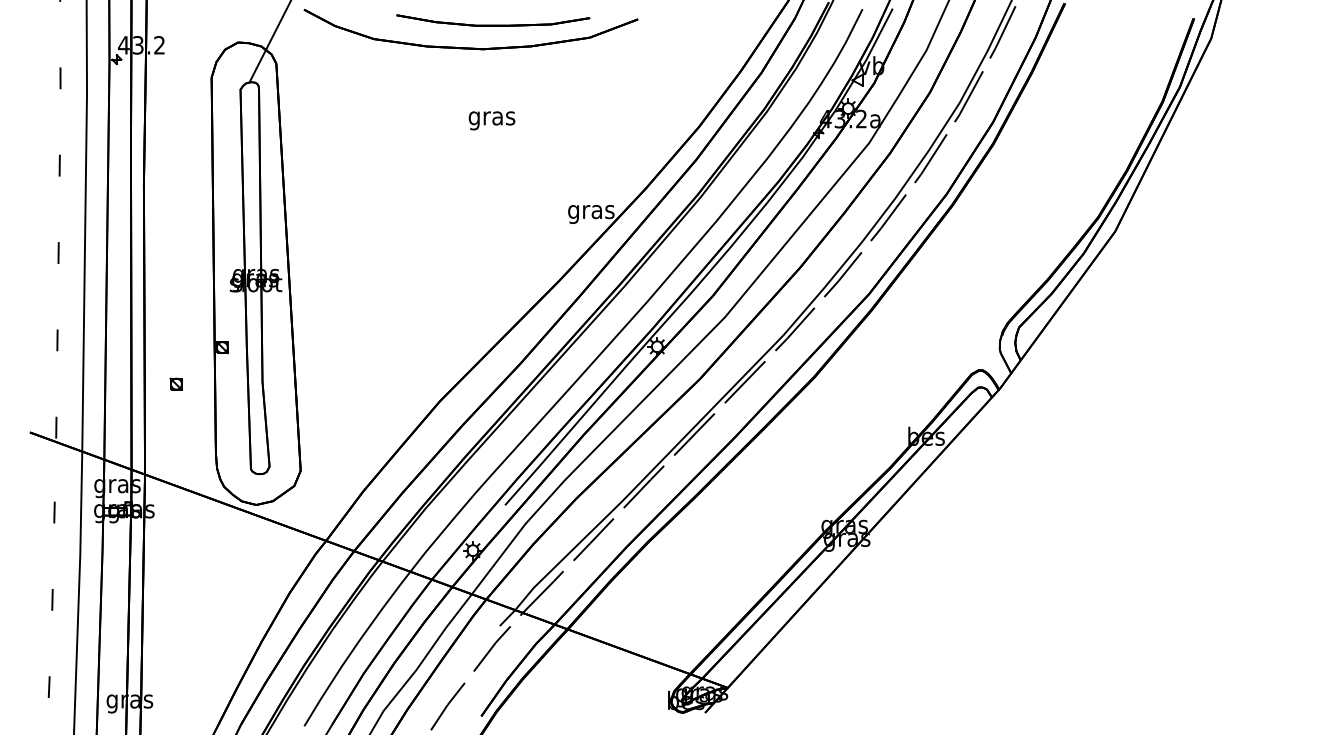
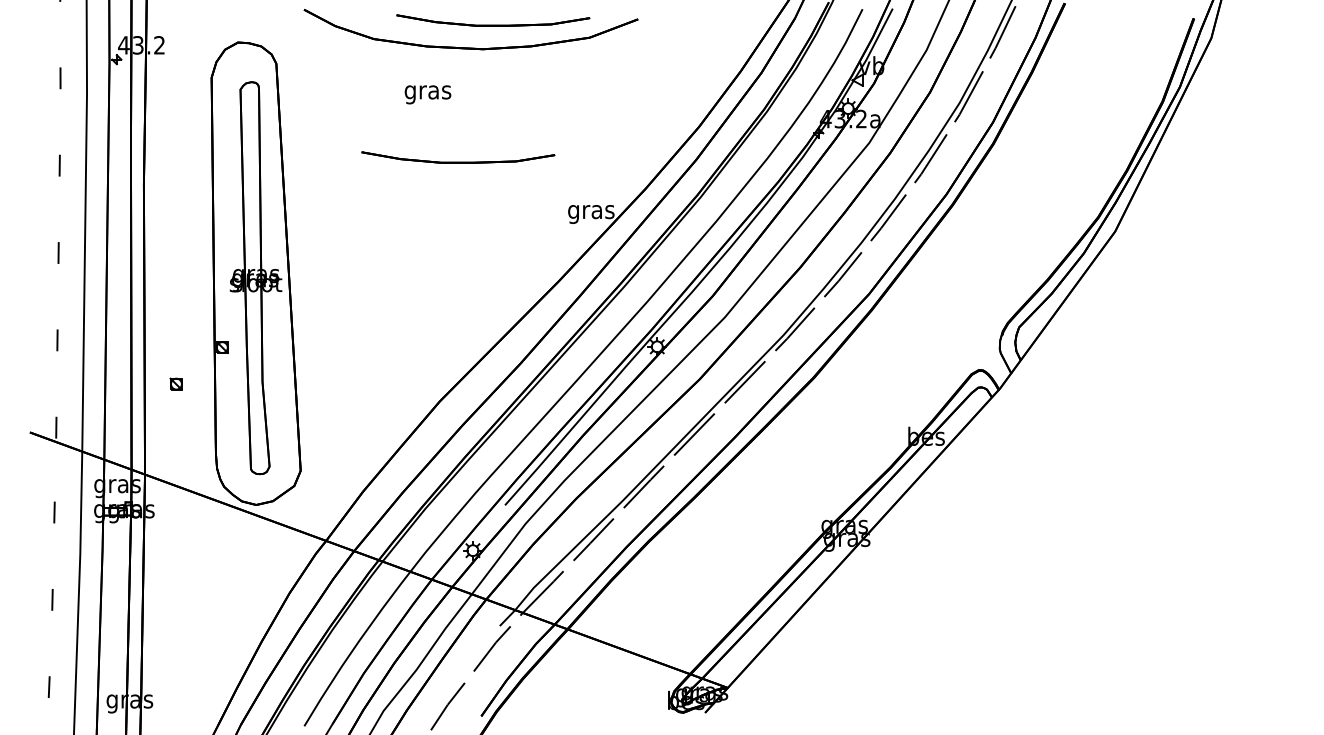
line at (269, 42): present -> none
text at (491, 120) position: (491, 120) -> (427, 94)
part at (458, 157): none -> present
